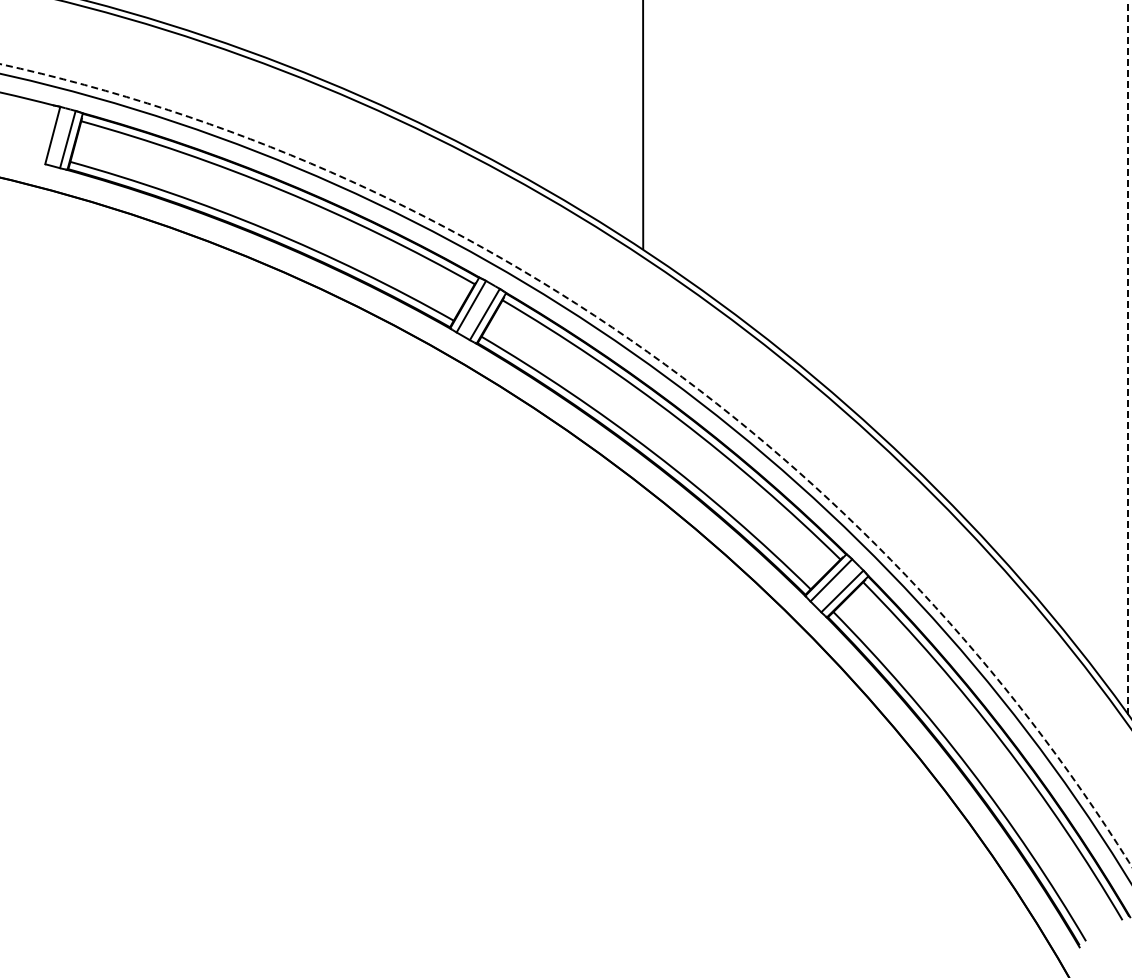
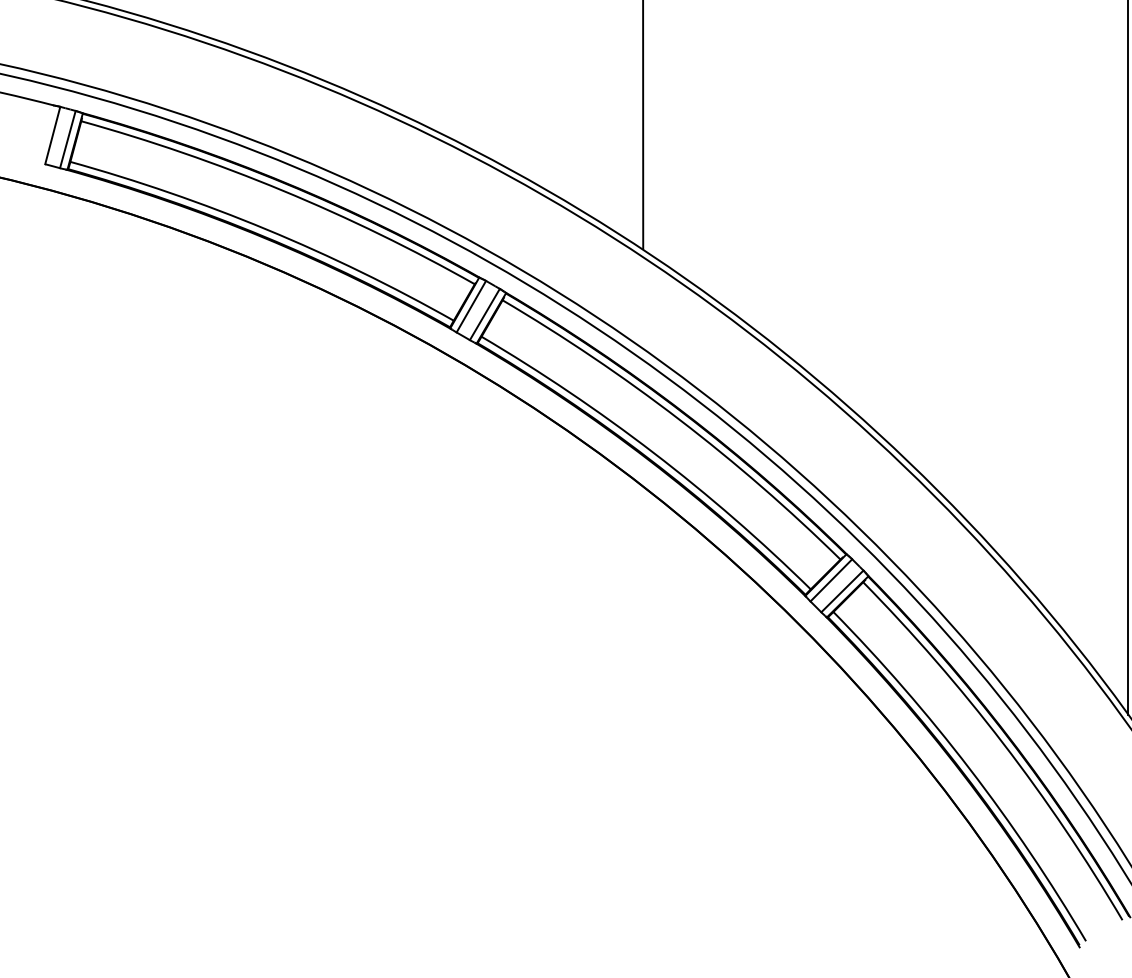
arc at (645, 350): dashed -> solid
line at (1128, 357): dashed -> solid
